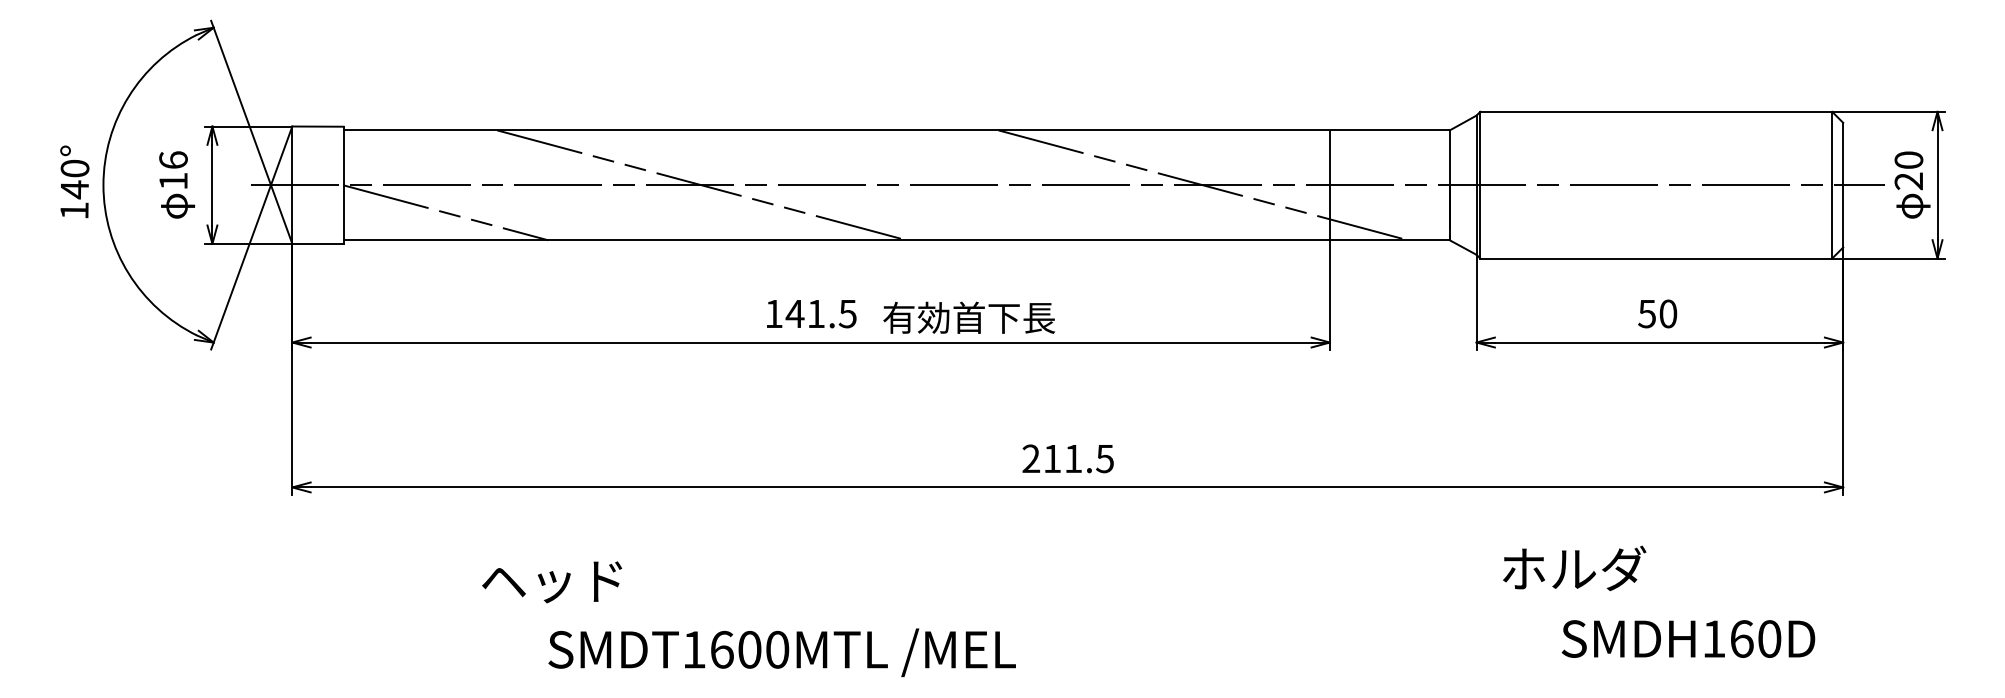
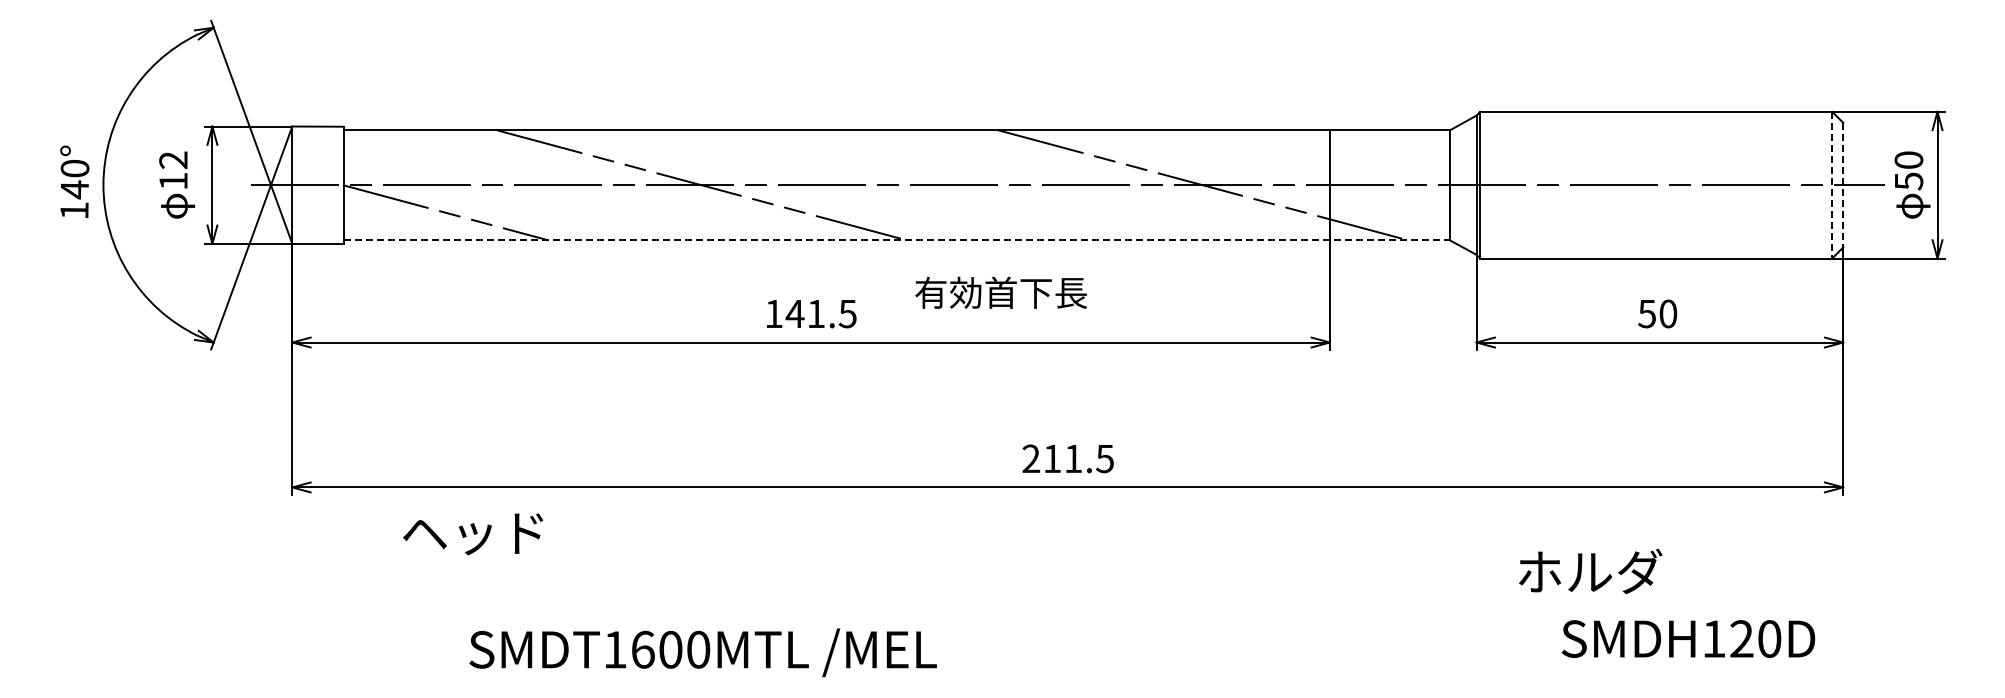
text at (173, 159): 16 -> 12
text at (1908, 181): 20 -> 50
line at (1832, 185): solid -> dashed
line at (1843, 185): solid -> dashed
line at (897, 240): solid -> dashed
text at (969, 317) position: (969, 317) -> (1001, 292)
text at (1574, 567) position: (1574, 567) -> (1590, 570)
text at (552, 582) position: (552, 582) -> (473, 534)
text at (1741, 638): SMDH160D -> SMDH120D
text at (781, 652) position: (781, 652) -> (702, 652)
